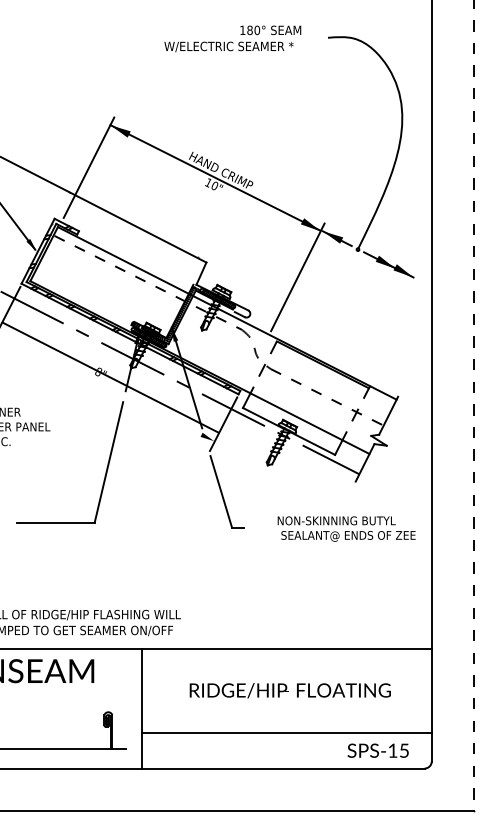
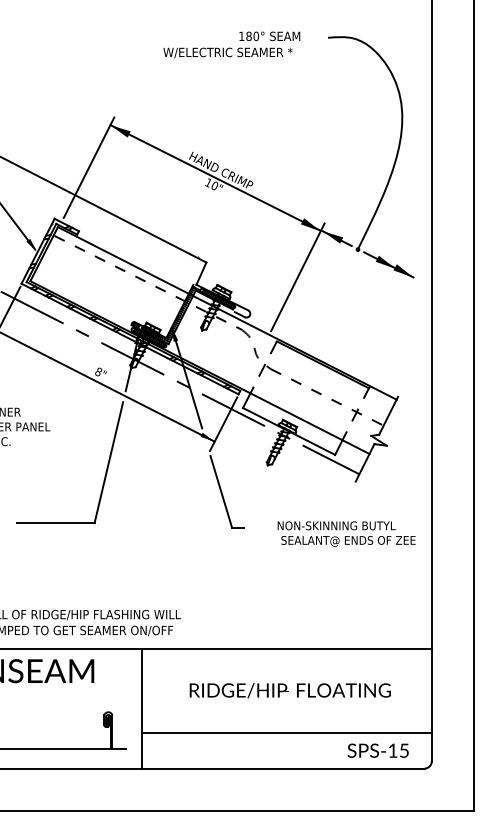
text at (232, 38) position: (232, 38) -> (231, 44)
line at (110, 377) position: (110, 377) -> (108, 387)
line at (474, 406): dashed -> solid
text at (346, 528) position: (346, 528) -> (346, 533)
